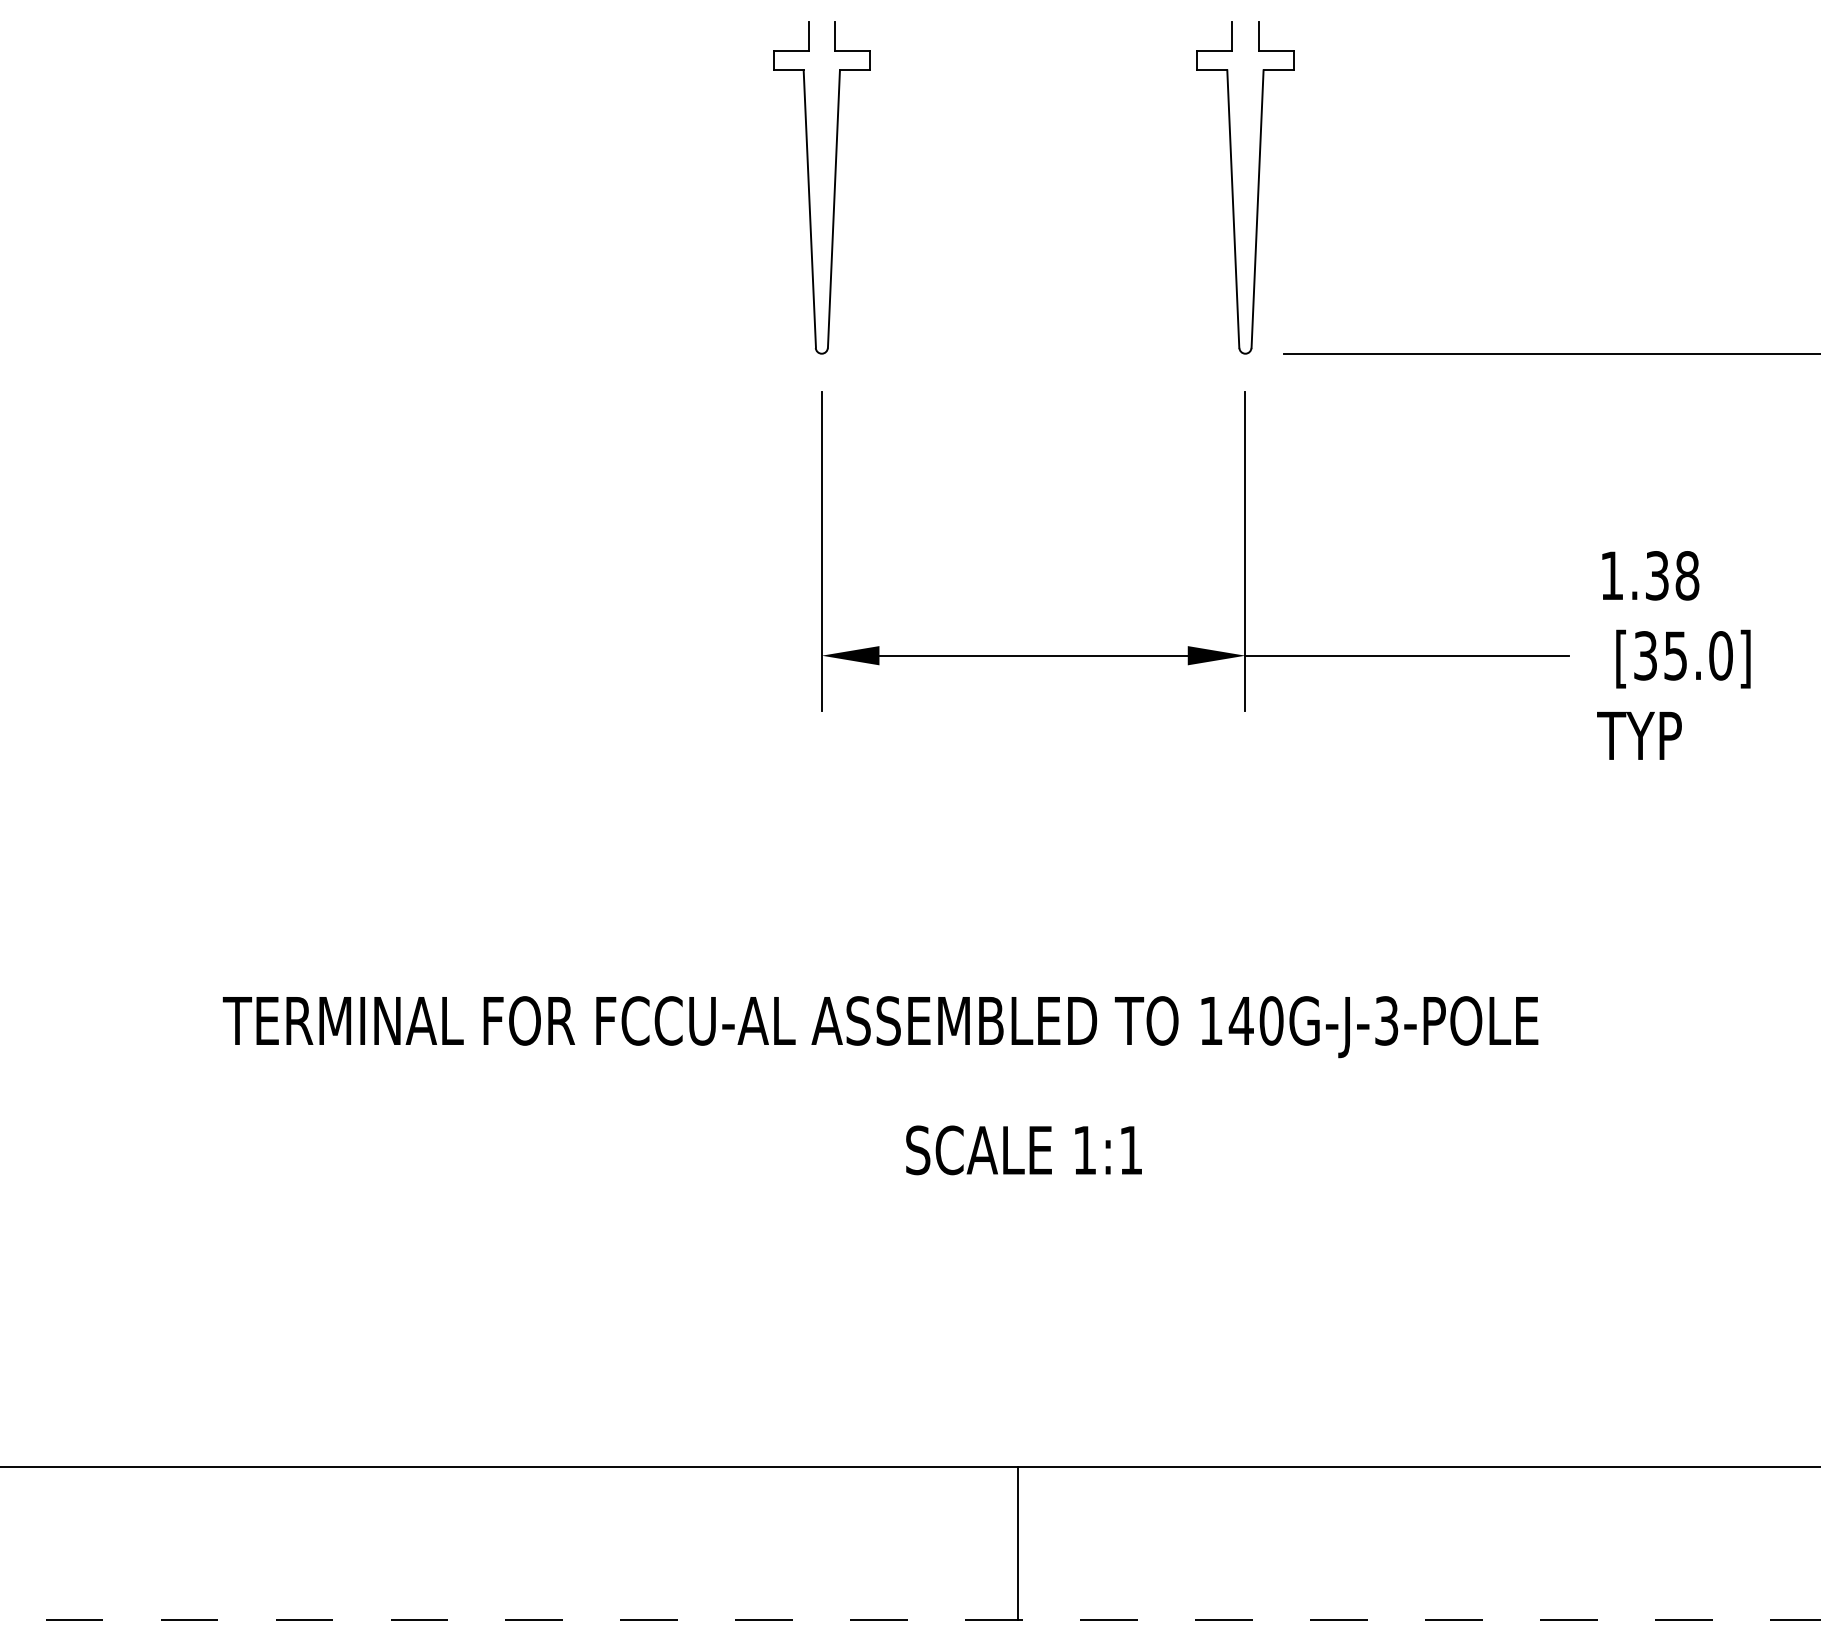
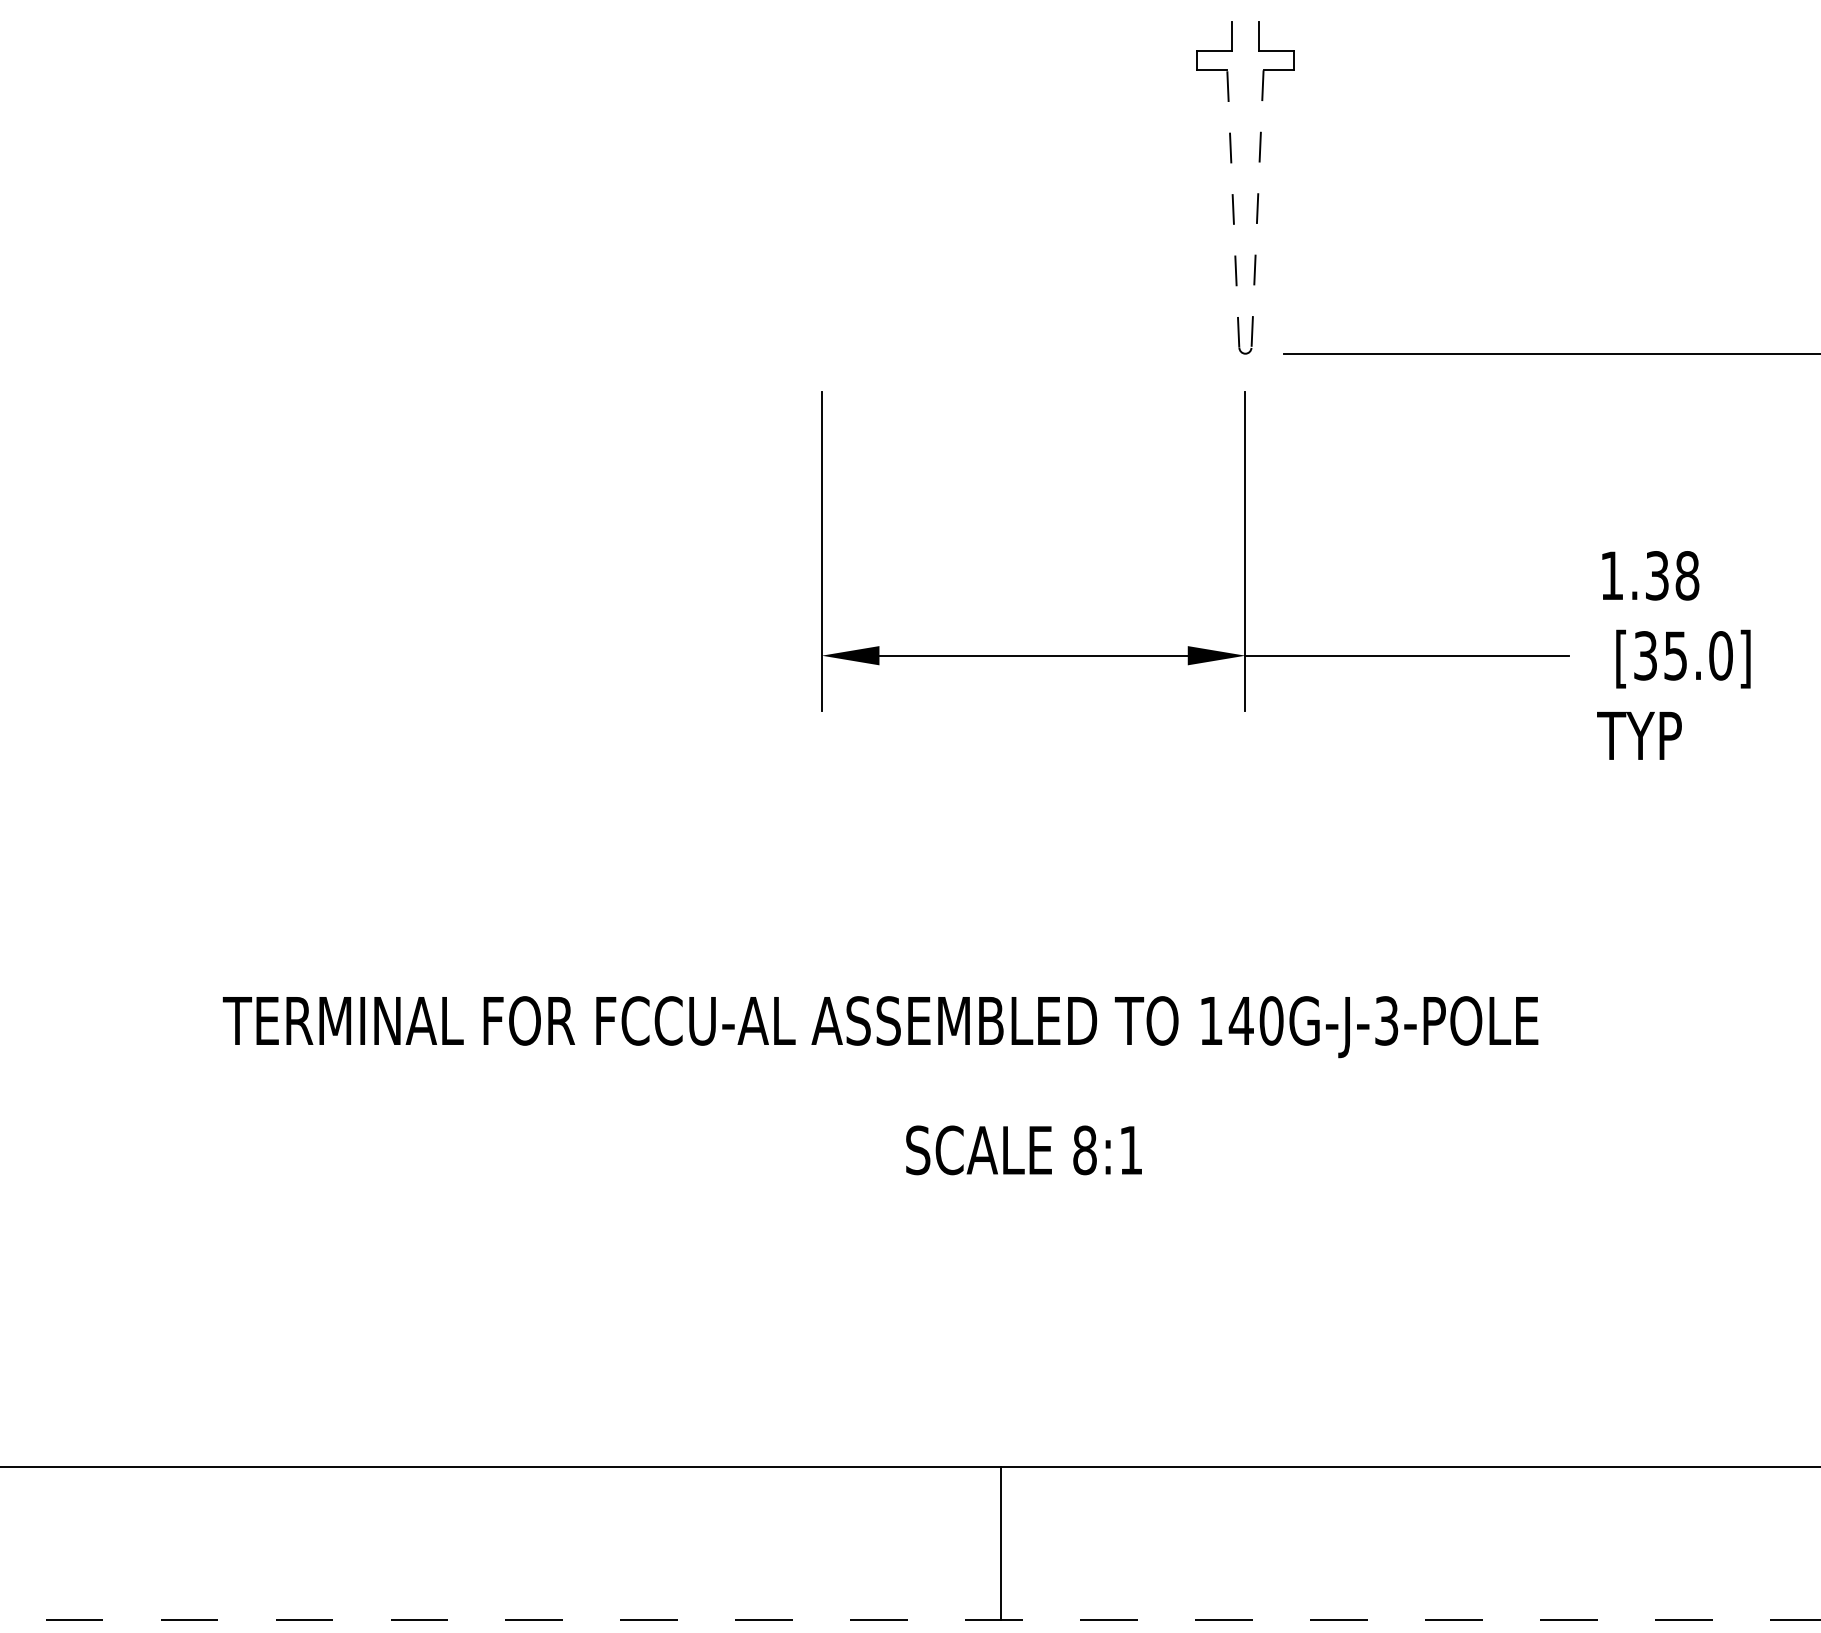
part at (809, 187): present -> none
line at (1233, 209): solid -> dashed
line at (1257, 209): solid -> dashed
text at (1084, 1150): 1:1 -> 8:1
line at (1017, 1543) position: (1017, 1543) -> (1000, 1543)
